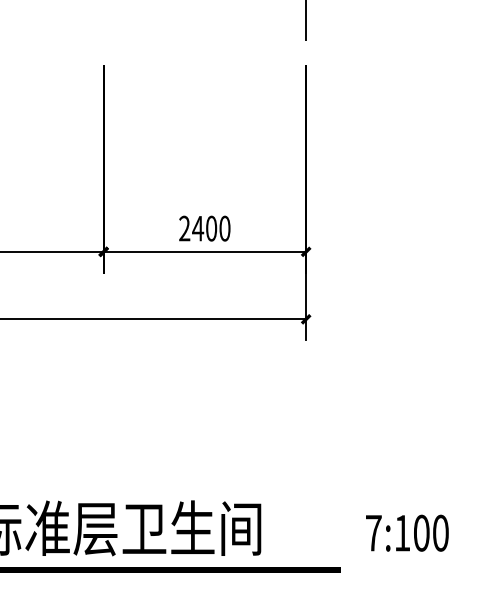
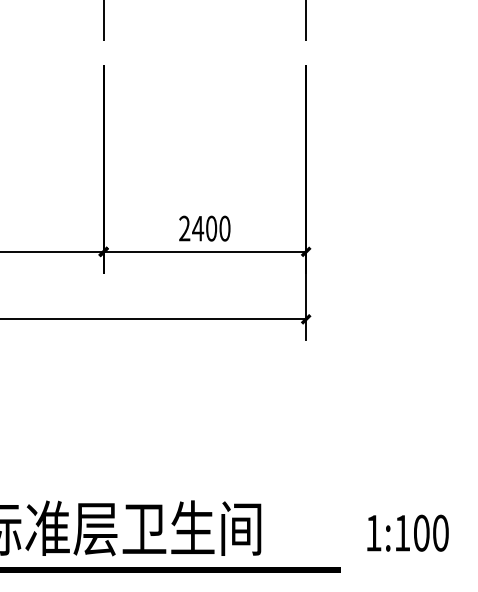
line at (103, 21): none -> present
text at (373, 533): 7:100 -> 1:100
